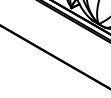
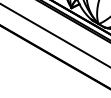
line at (54, 34): none -> present
